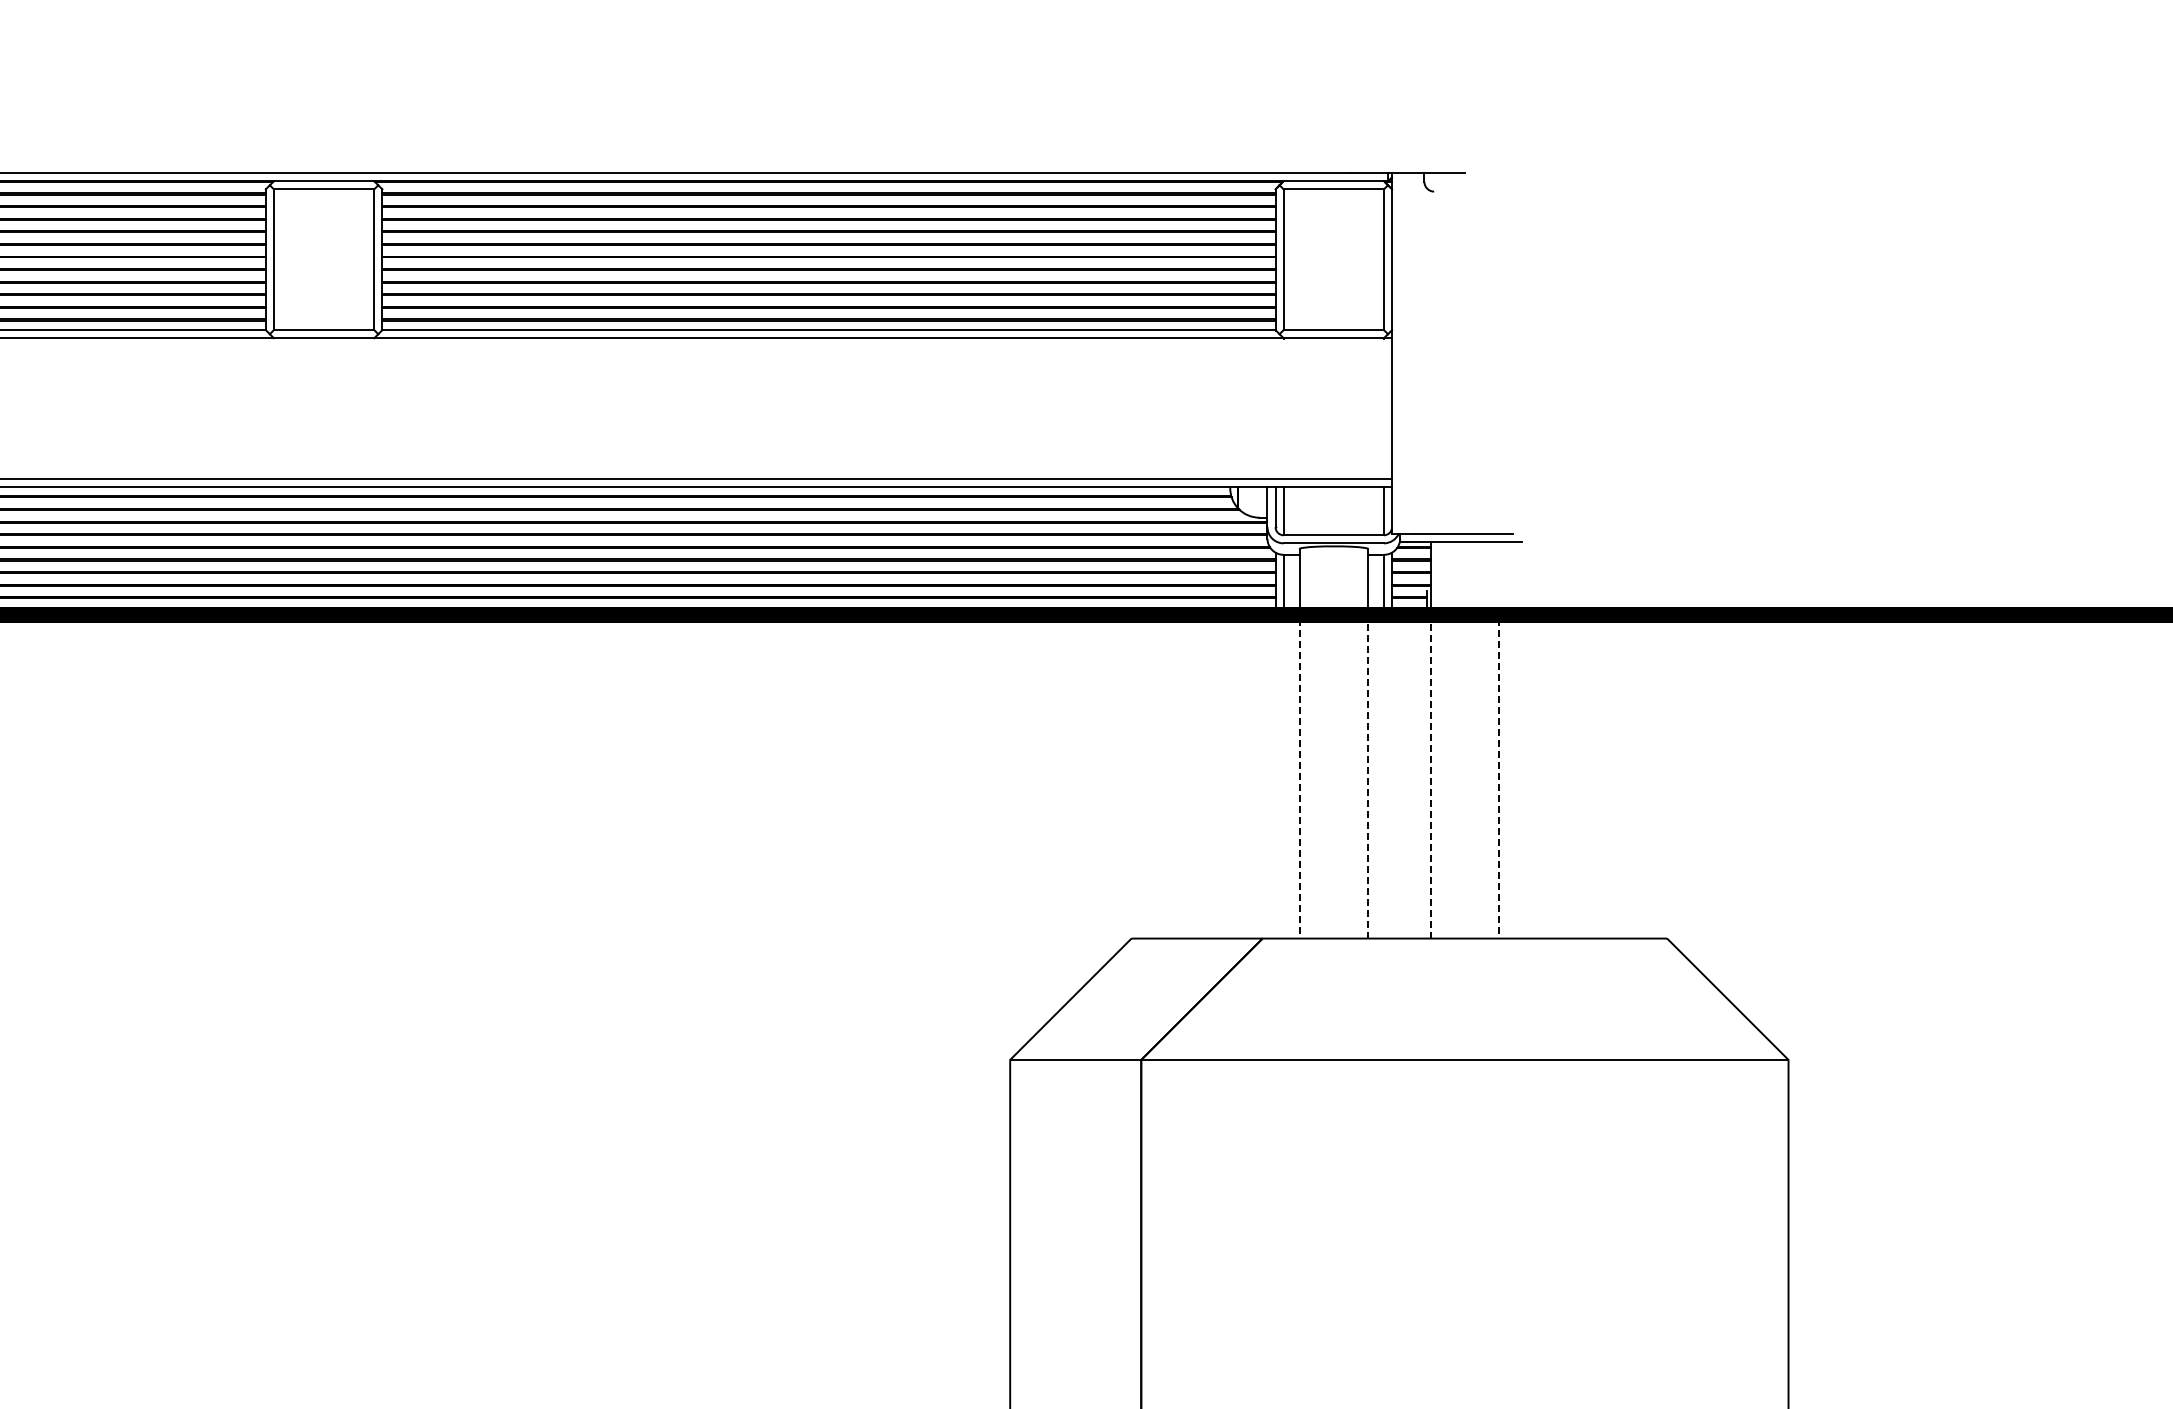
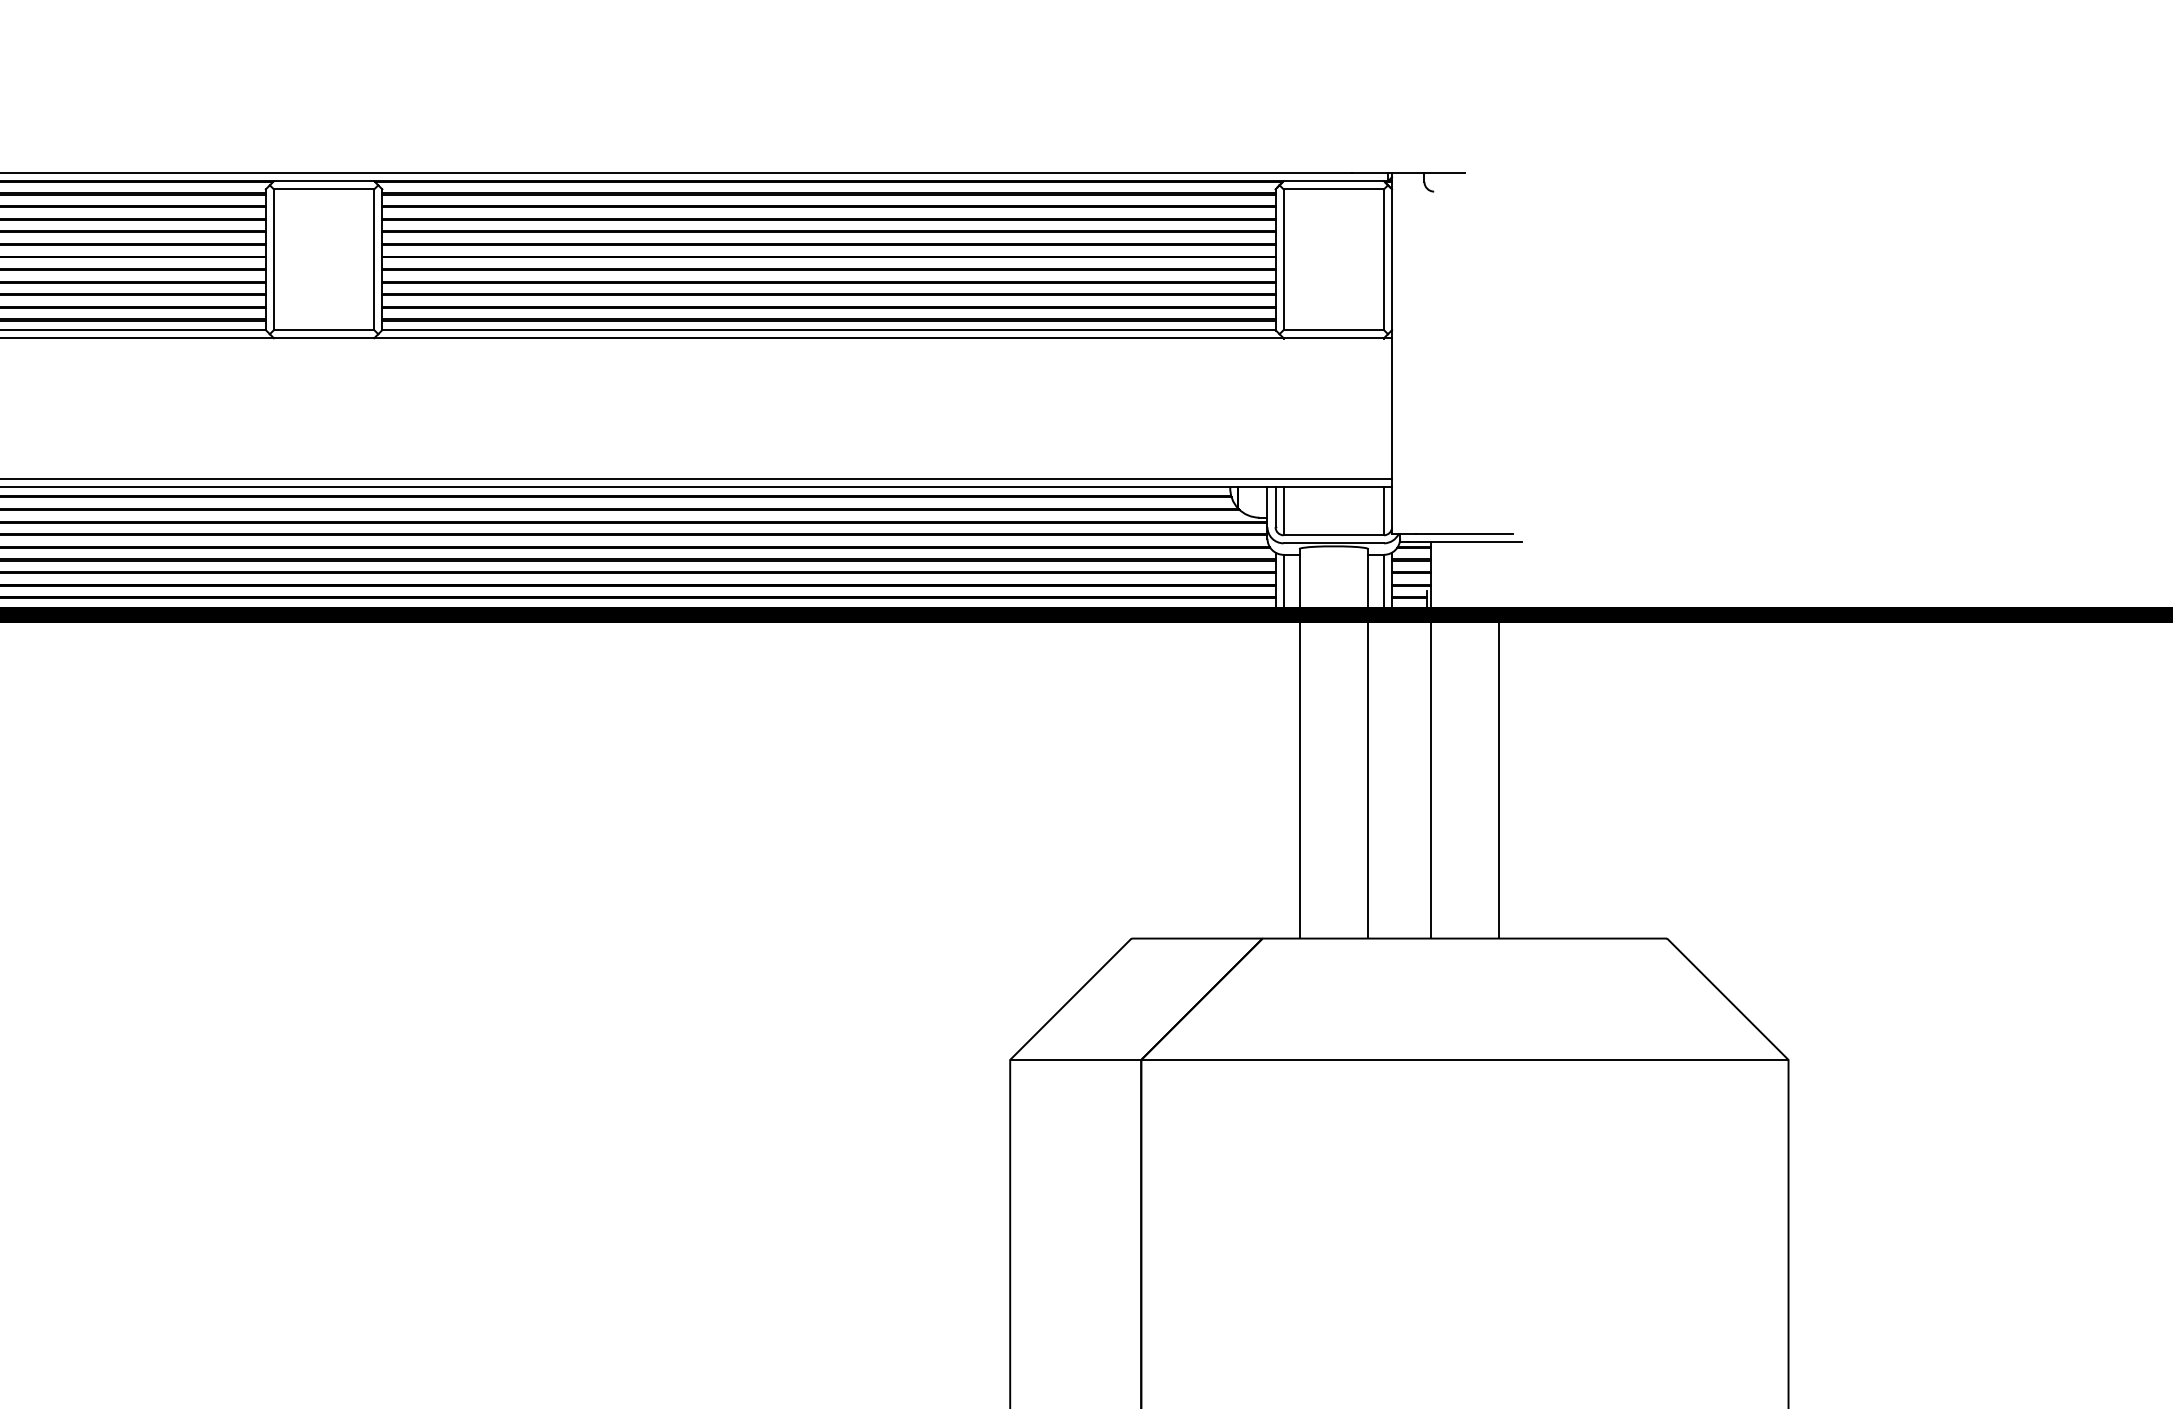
line at (1333, 614): dashed -> solid
line at (1465, 614): dashed -> solid
